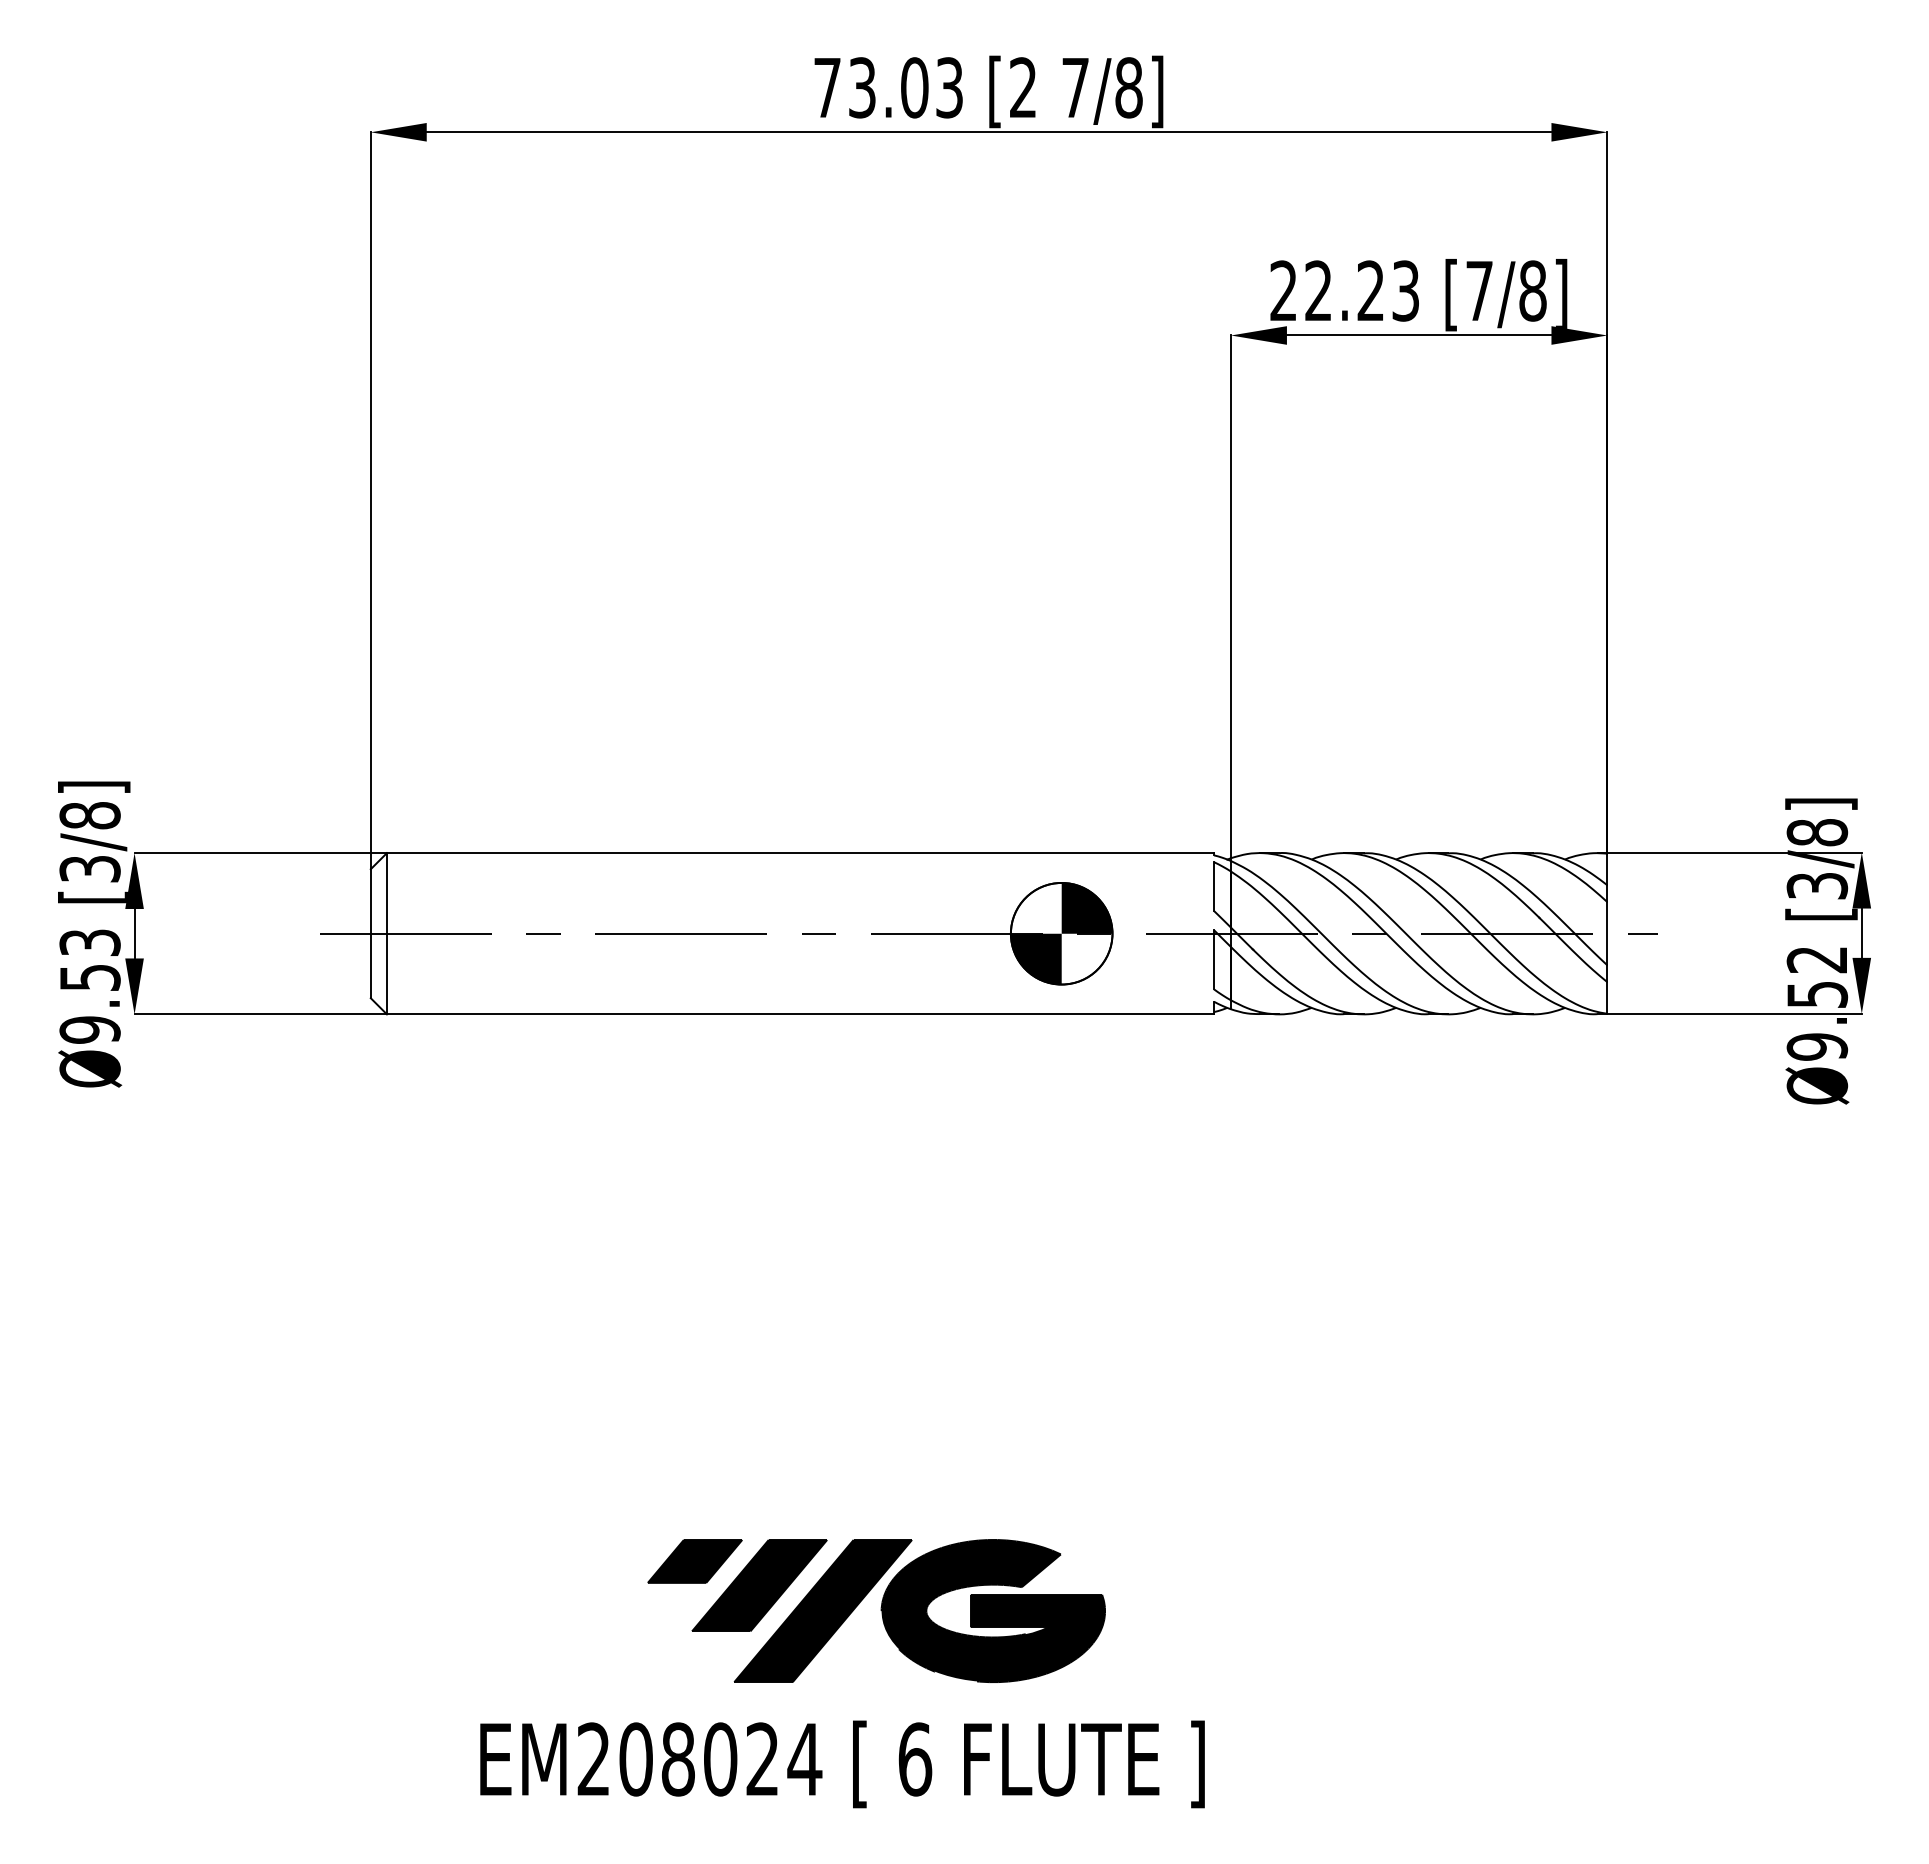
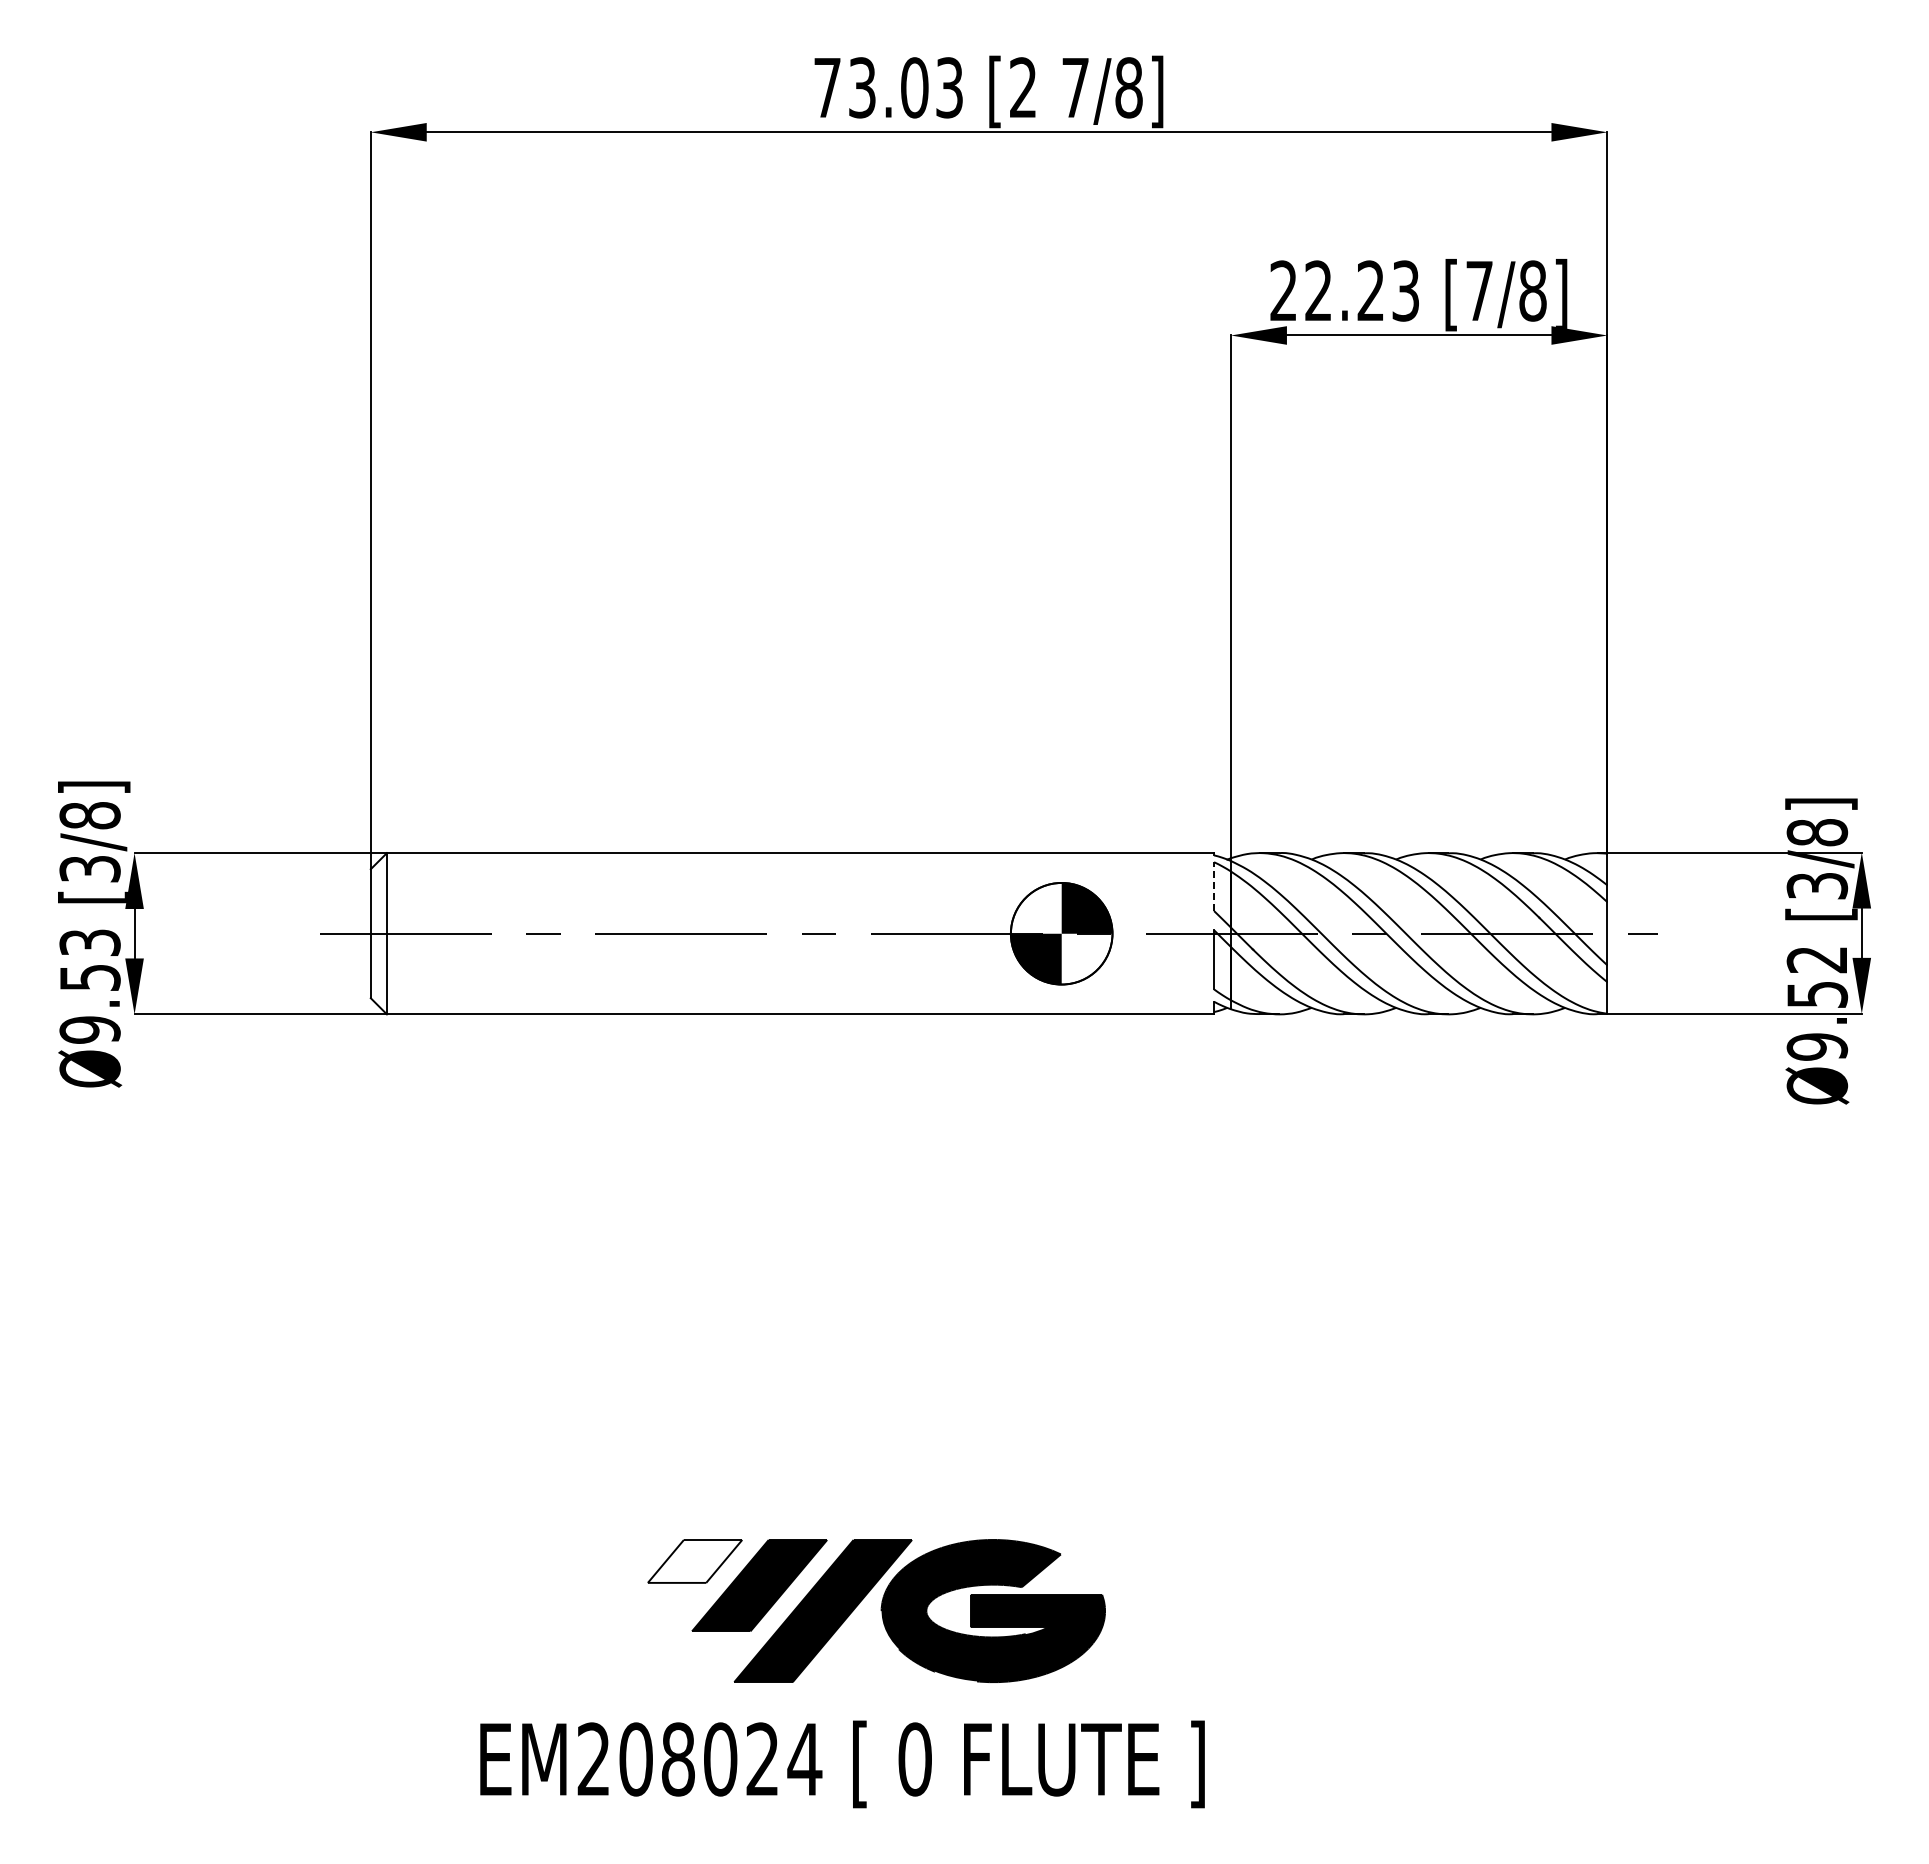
line at (1214, 886): solid -> dashed
fill at (694, 1560): present -> none
text at (915, 1759): 6 -> 0
